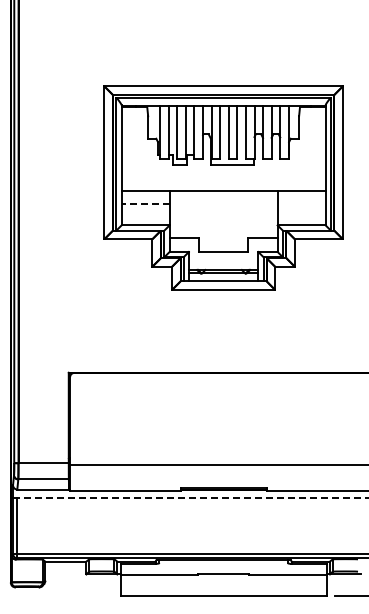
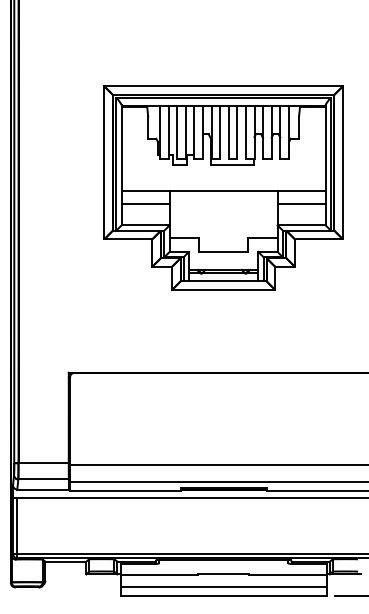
line at (145, 203): dashed -> solid
line at (301, 203): none -> present
line at (217, 481): none -> present
line at (191, 498): dashed -> solid
line at (223, 586): none -> present
